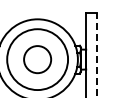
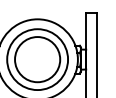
line at (96, 55): dashed -> solid
circle at (37, 59) diameter: 27 px -> 45 px
